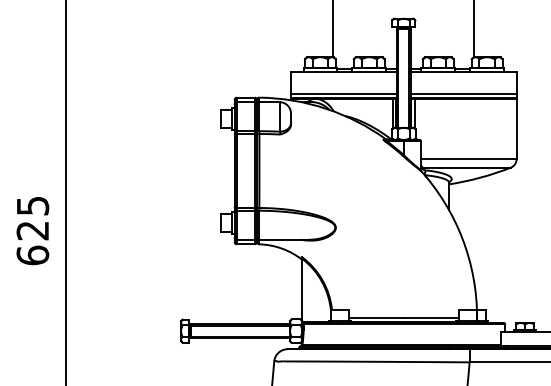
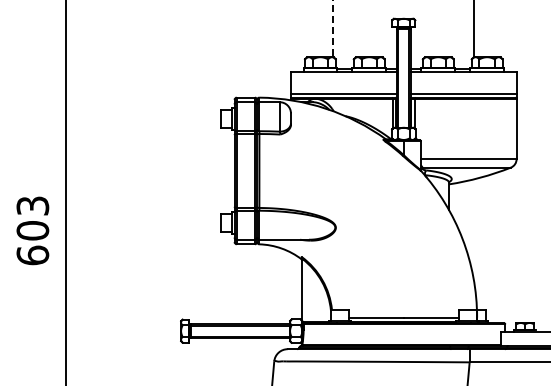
line at (333, 29): solid -> dashed
text at (32, 218): 625 -> 603
